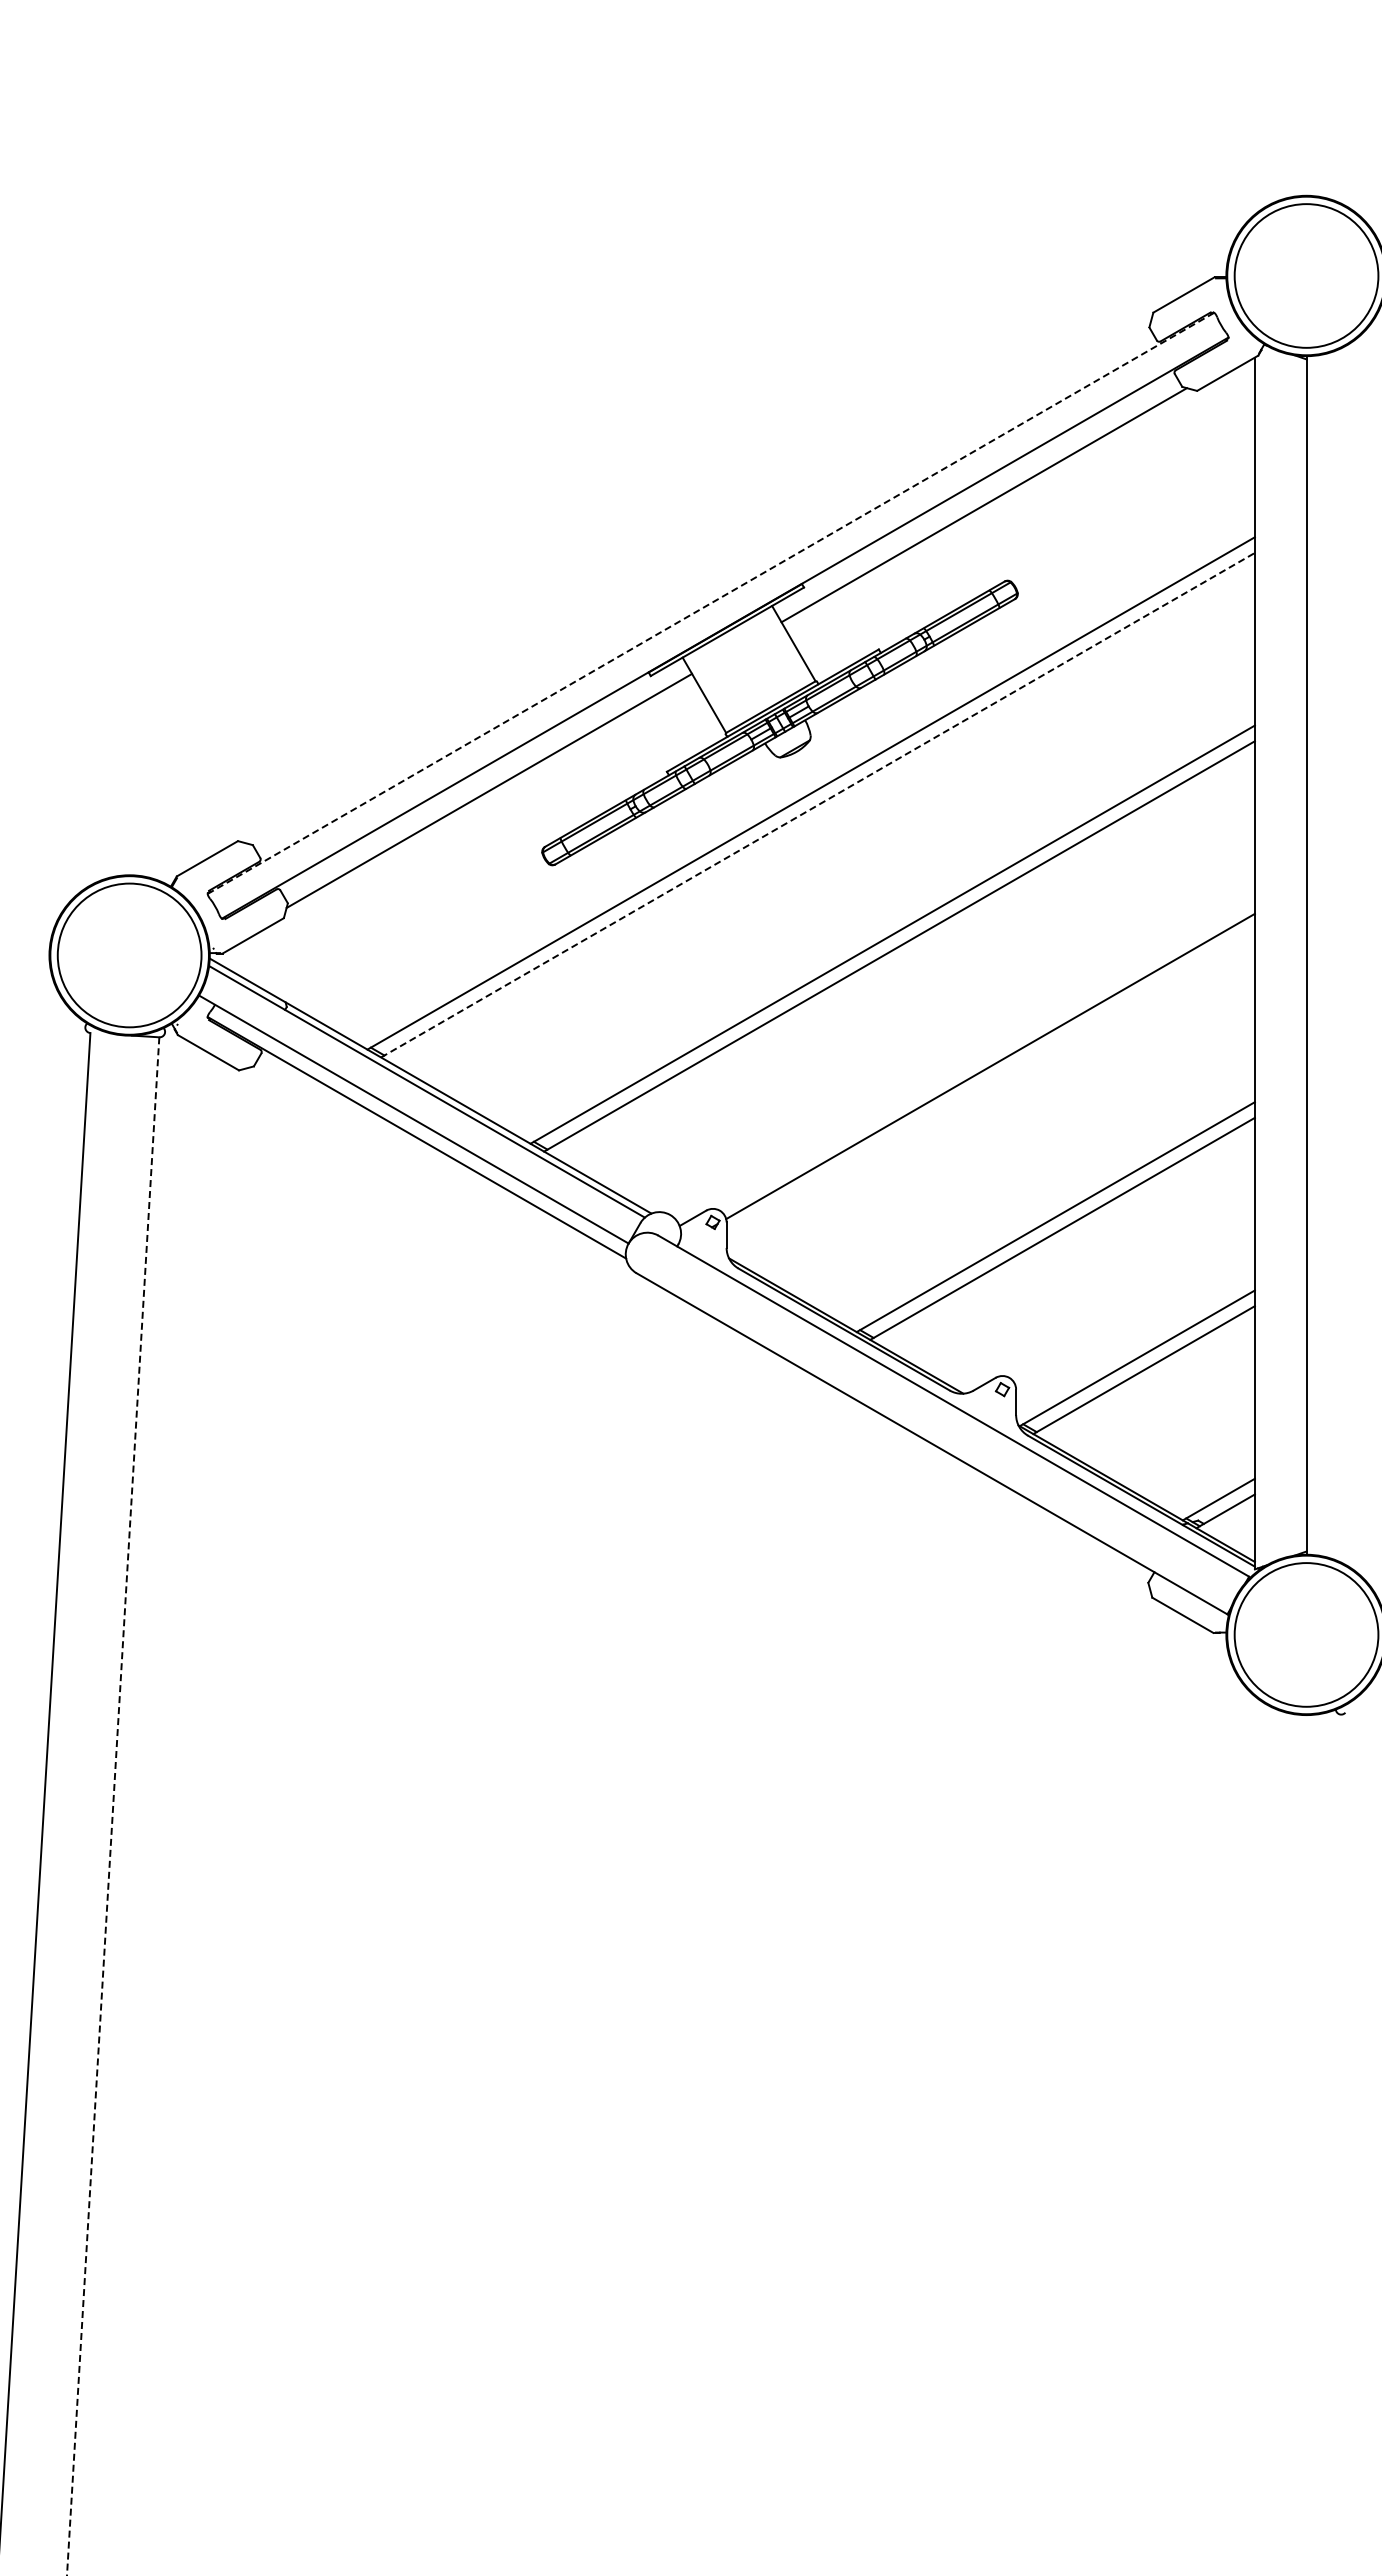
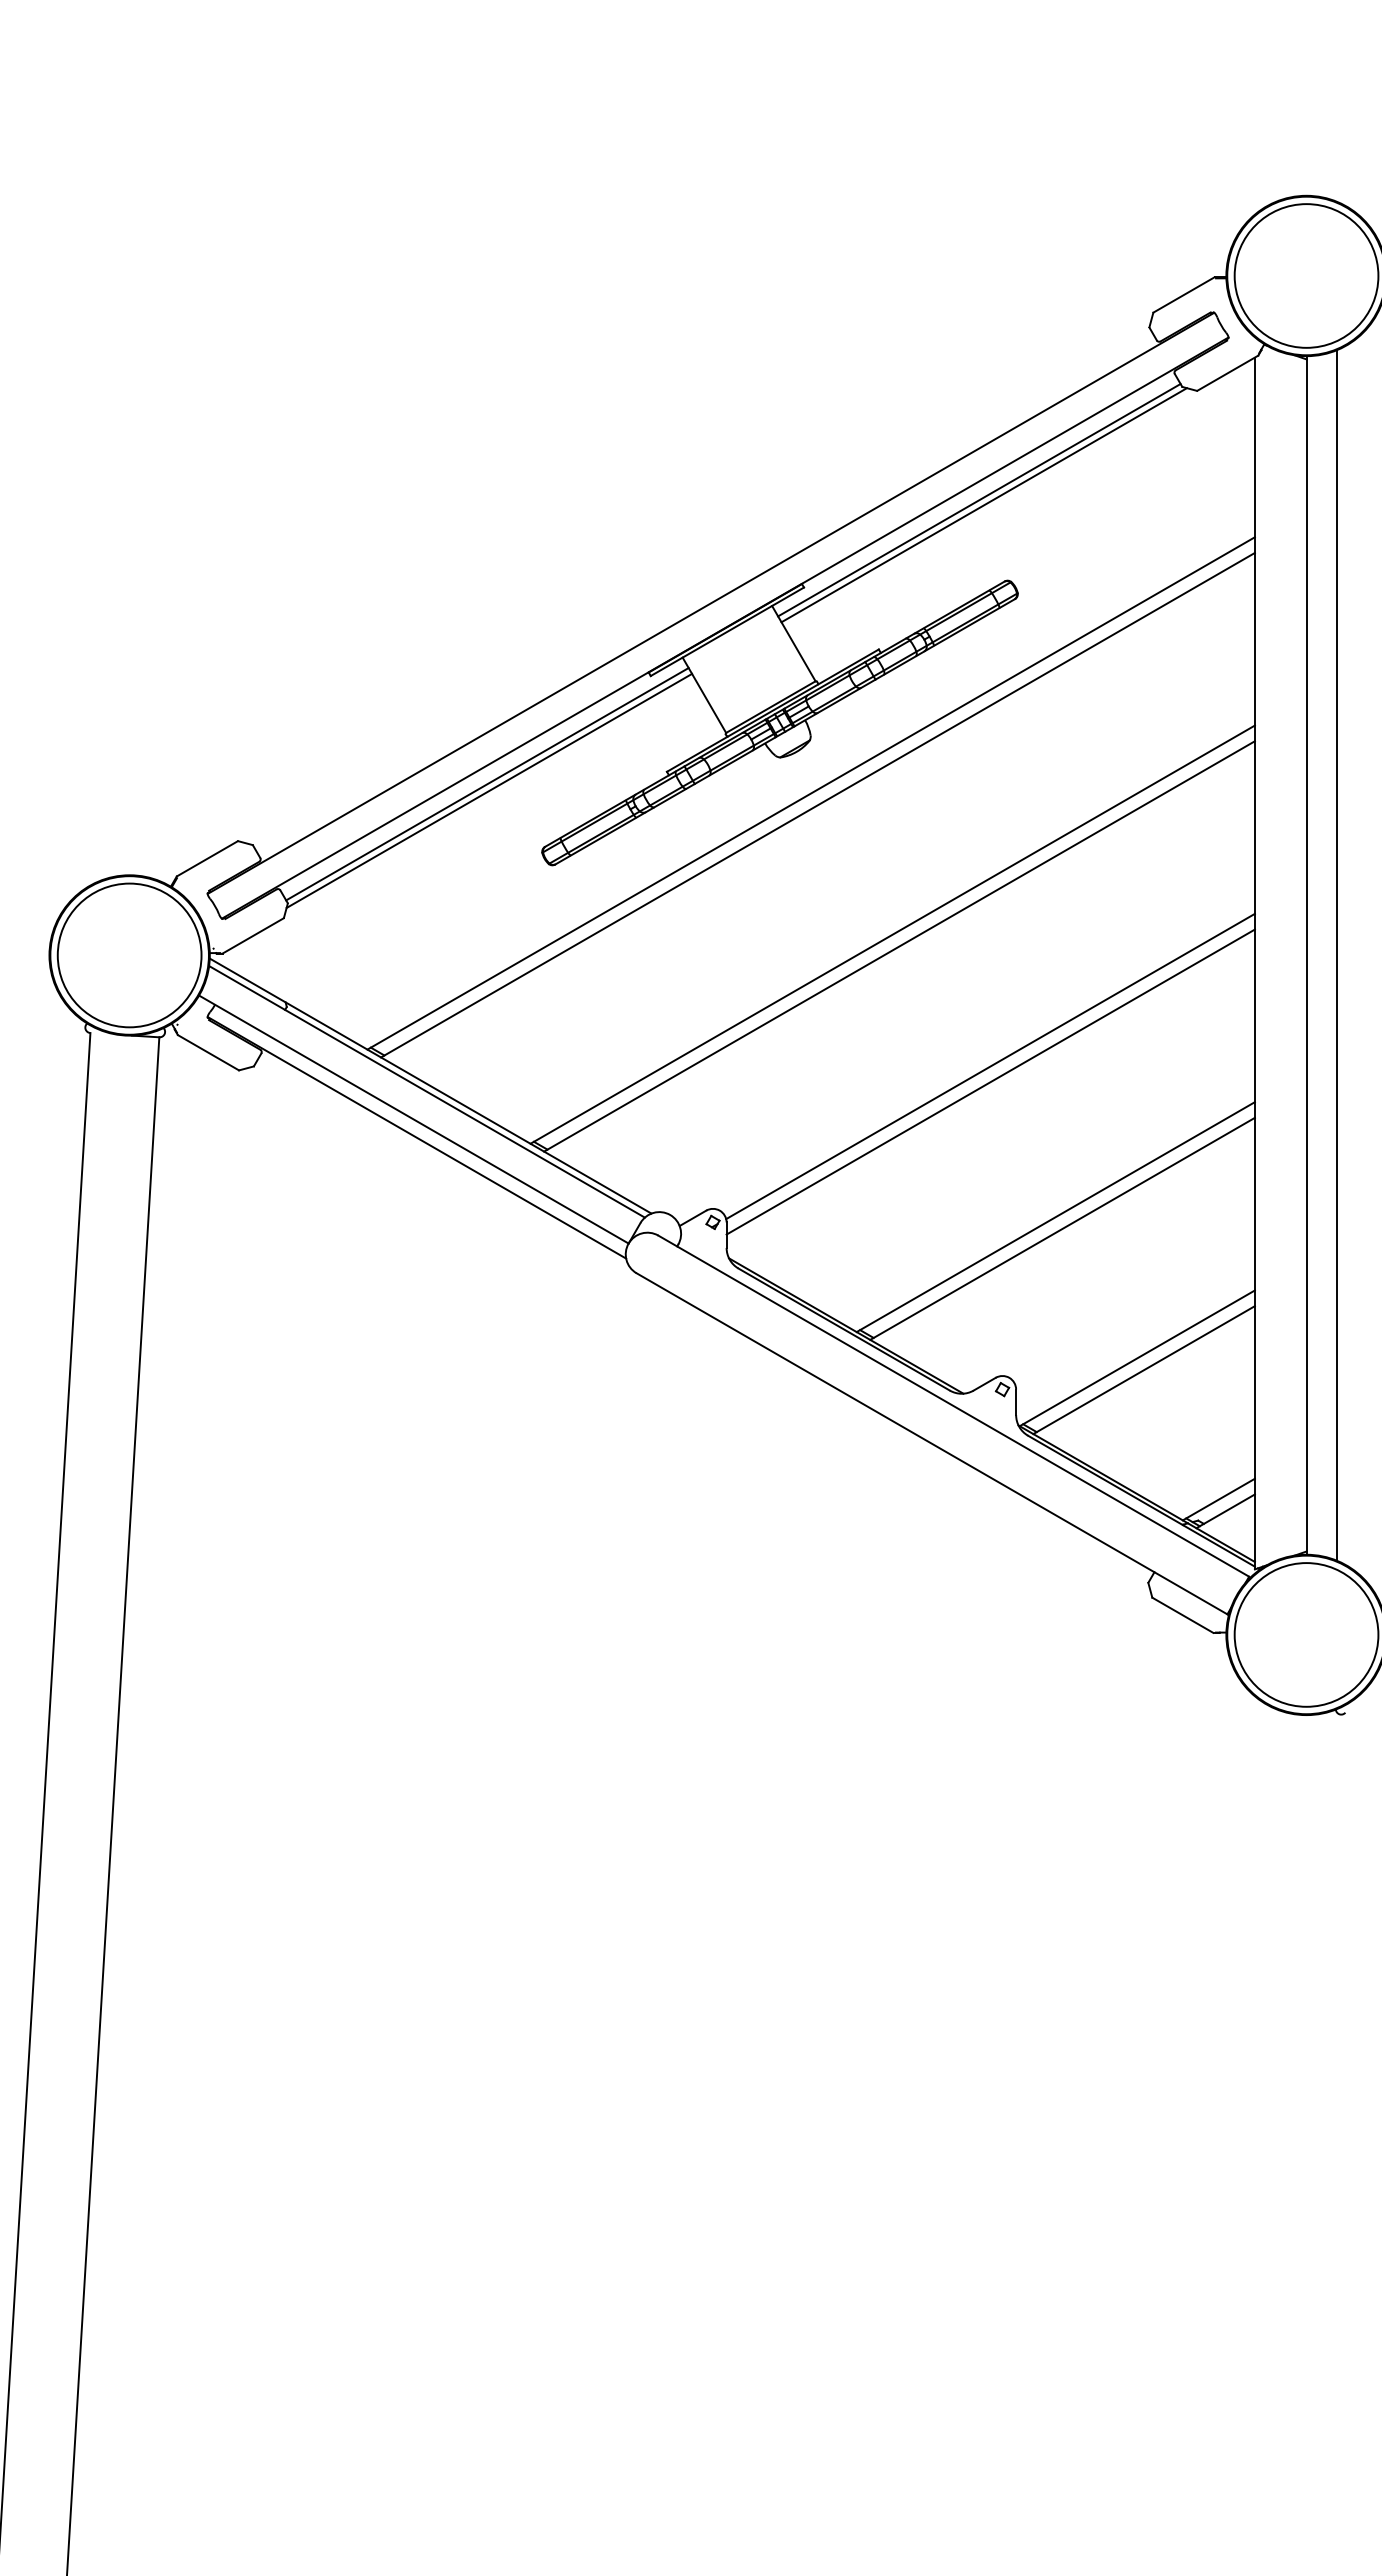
line at (979, 500): none -> present
line at (711, 603): dashed -> solid
line at (487, 784): none -> present
line at (817, 805): dashed -> solid
line at (1337, 955): none -> present
line at (990, 1081): none -> present
line at (113, 1806): dashed -> solid
